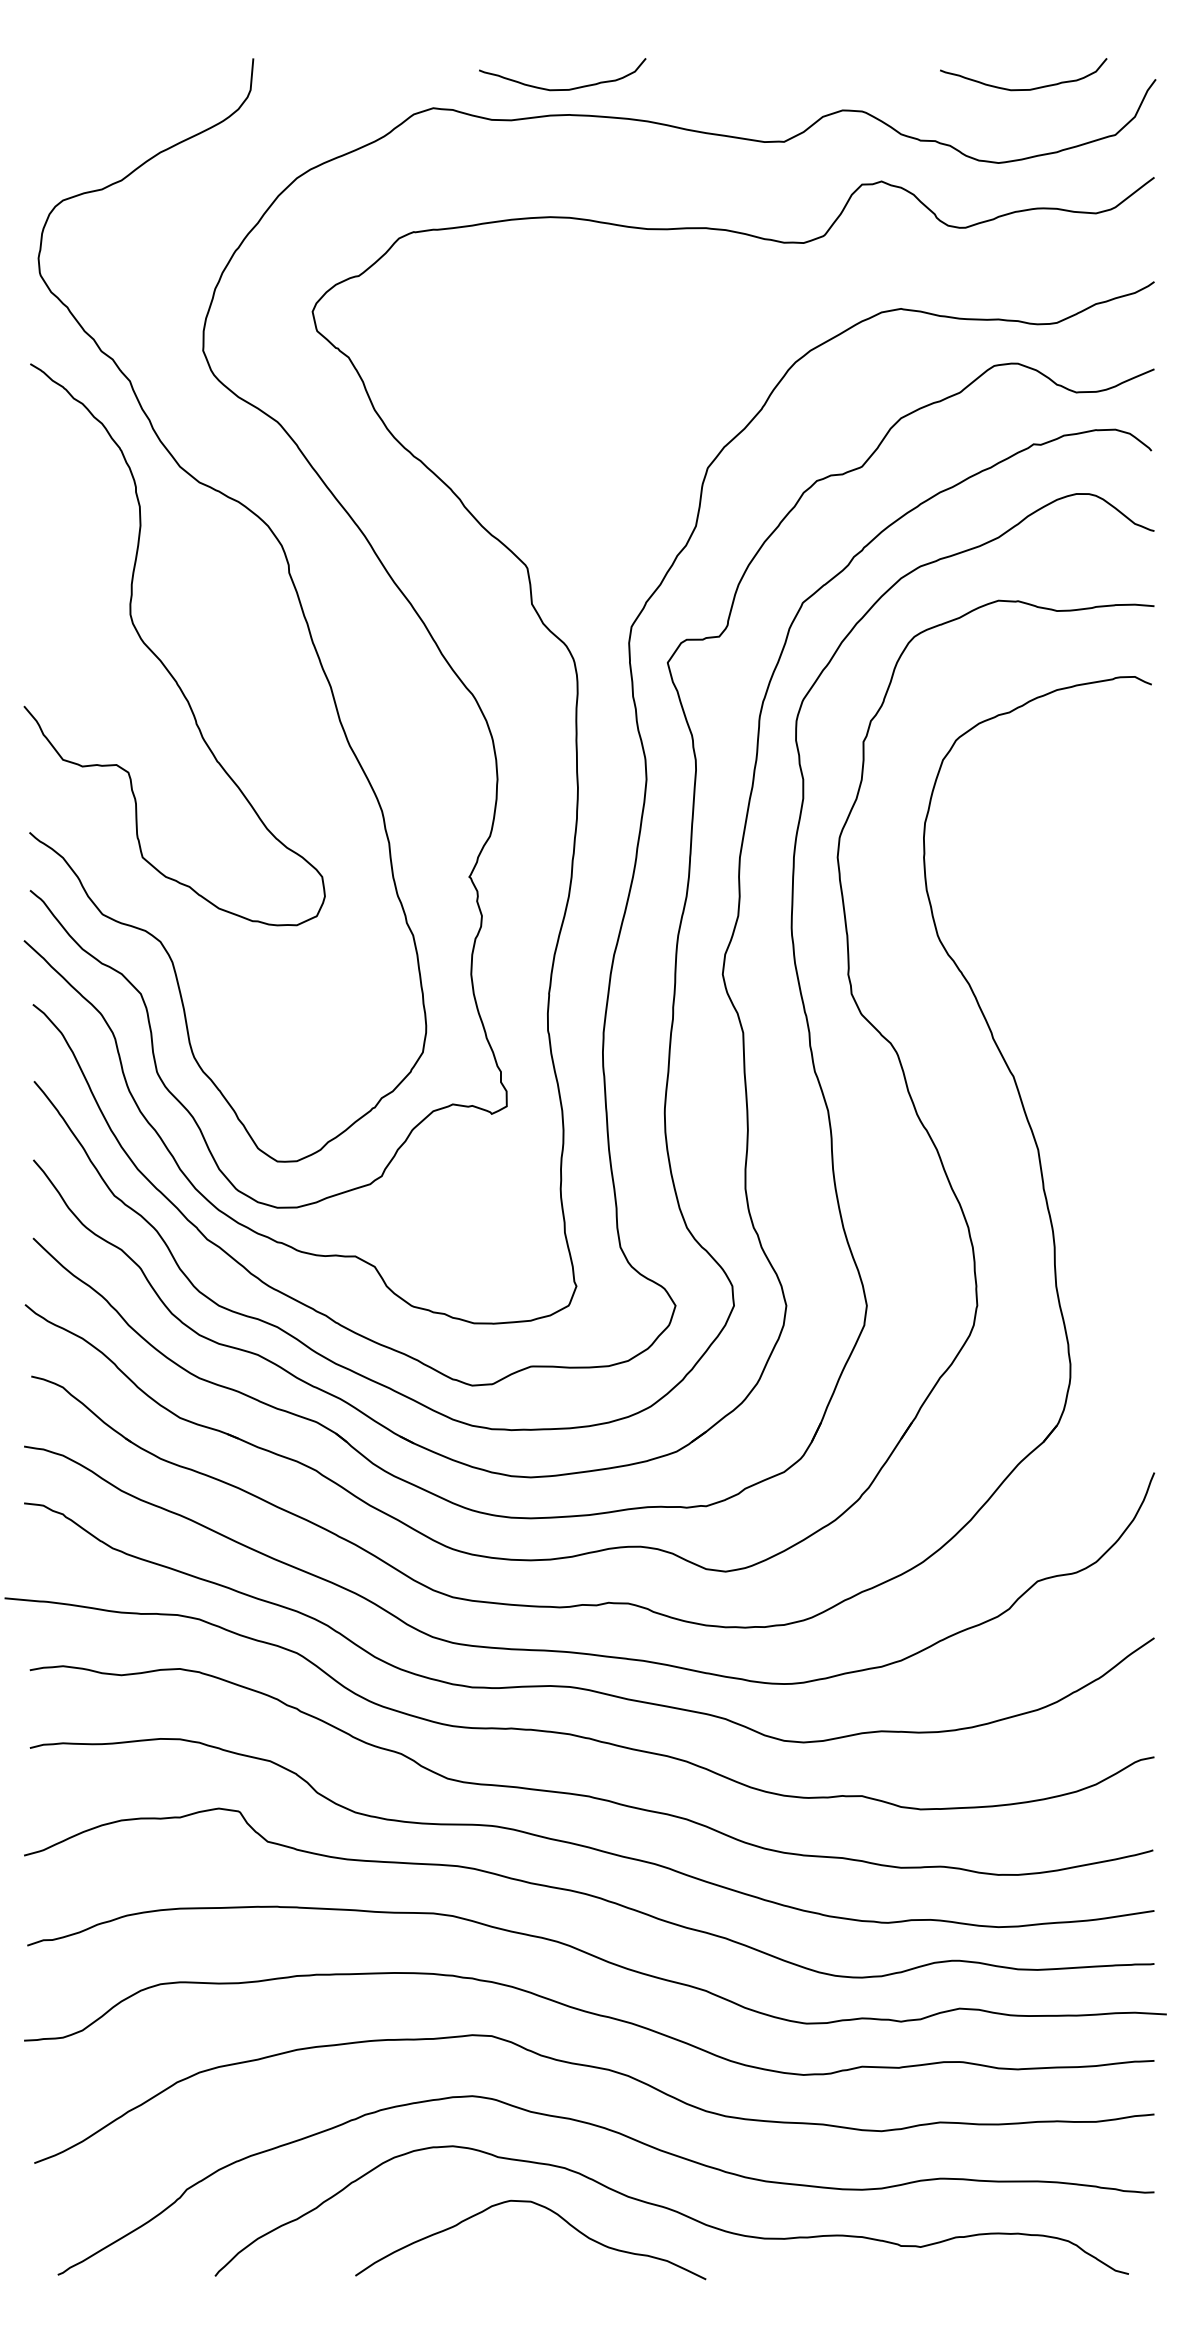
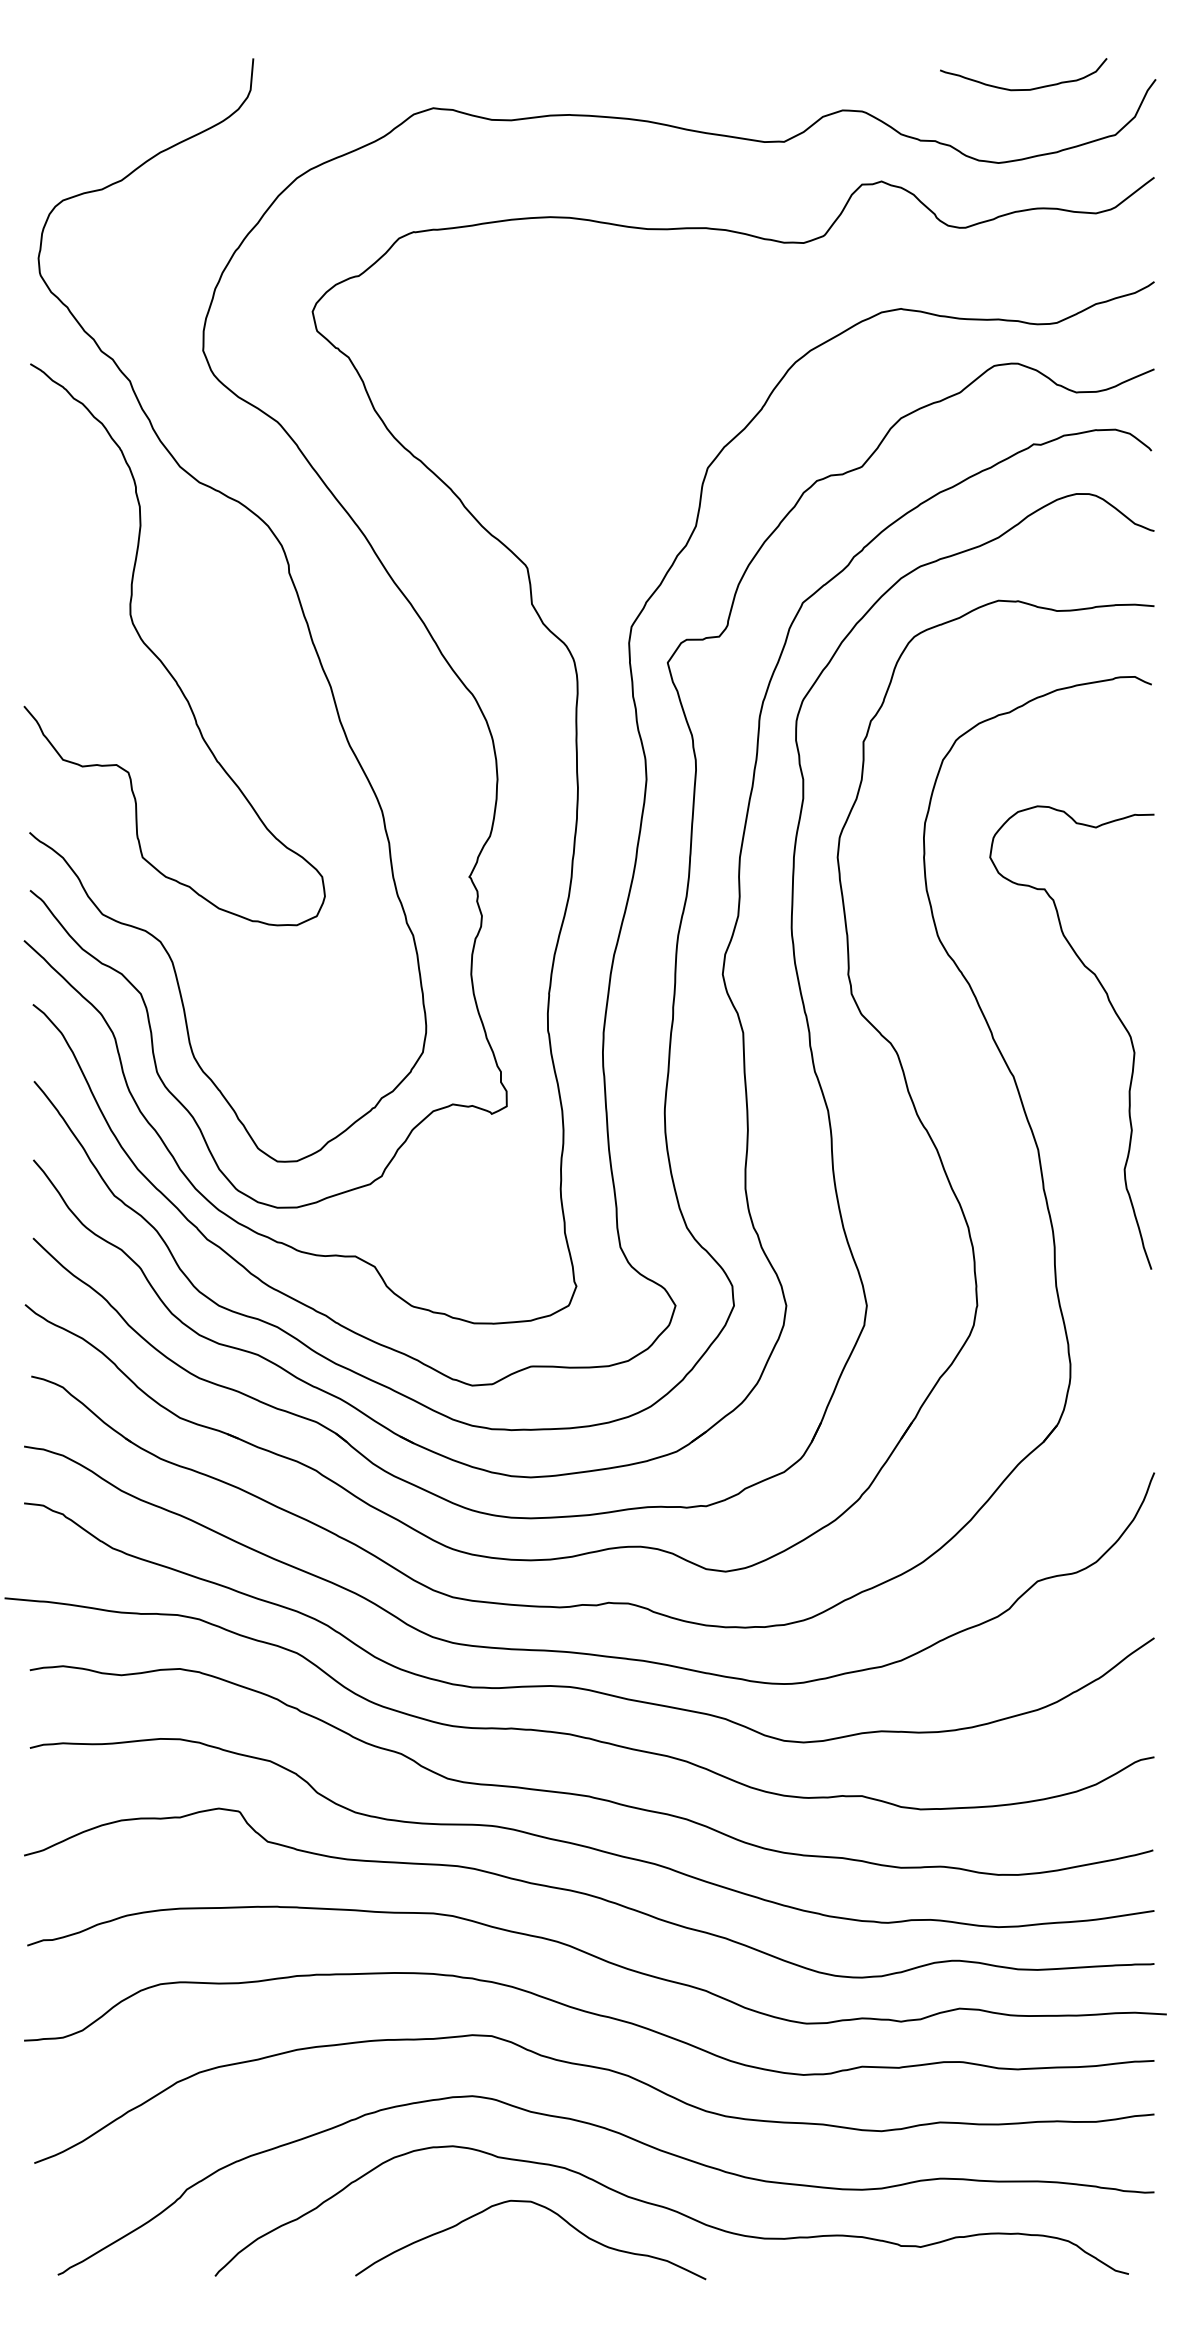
curve at (562, 89): present -> none
curve at (1115, 1014): none -> present
